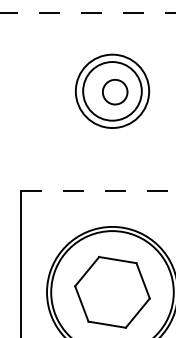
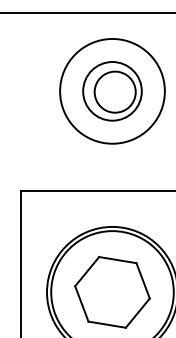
line at (88, 12): dashed -> solid
circle at (112, 91) diameter: 73 px -> 105 px
circle at (114, 91) diameter: 25 px -> 41 px
line at (98, 190): dashed -> solid
